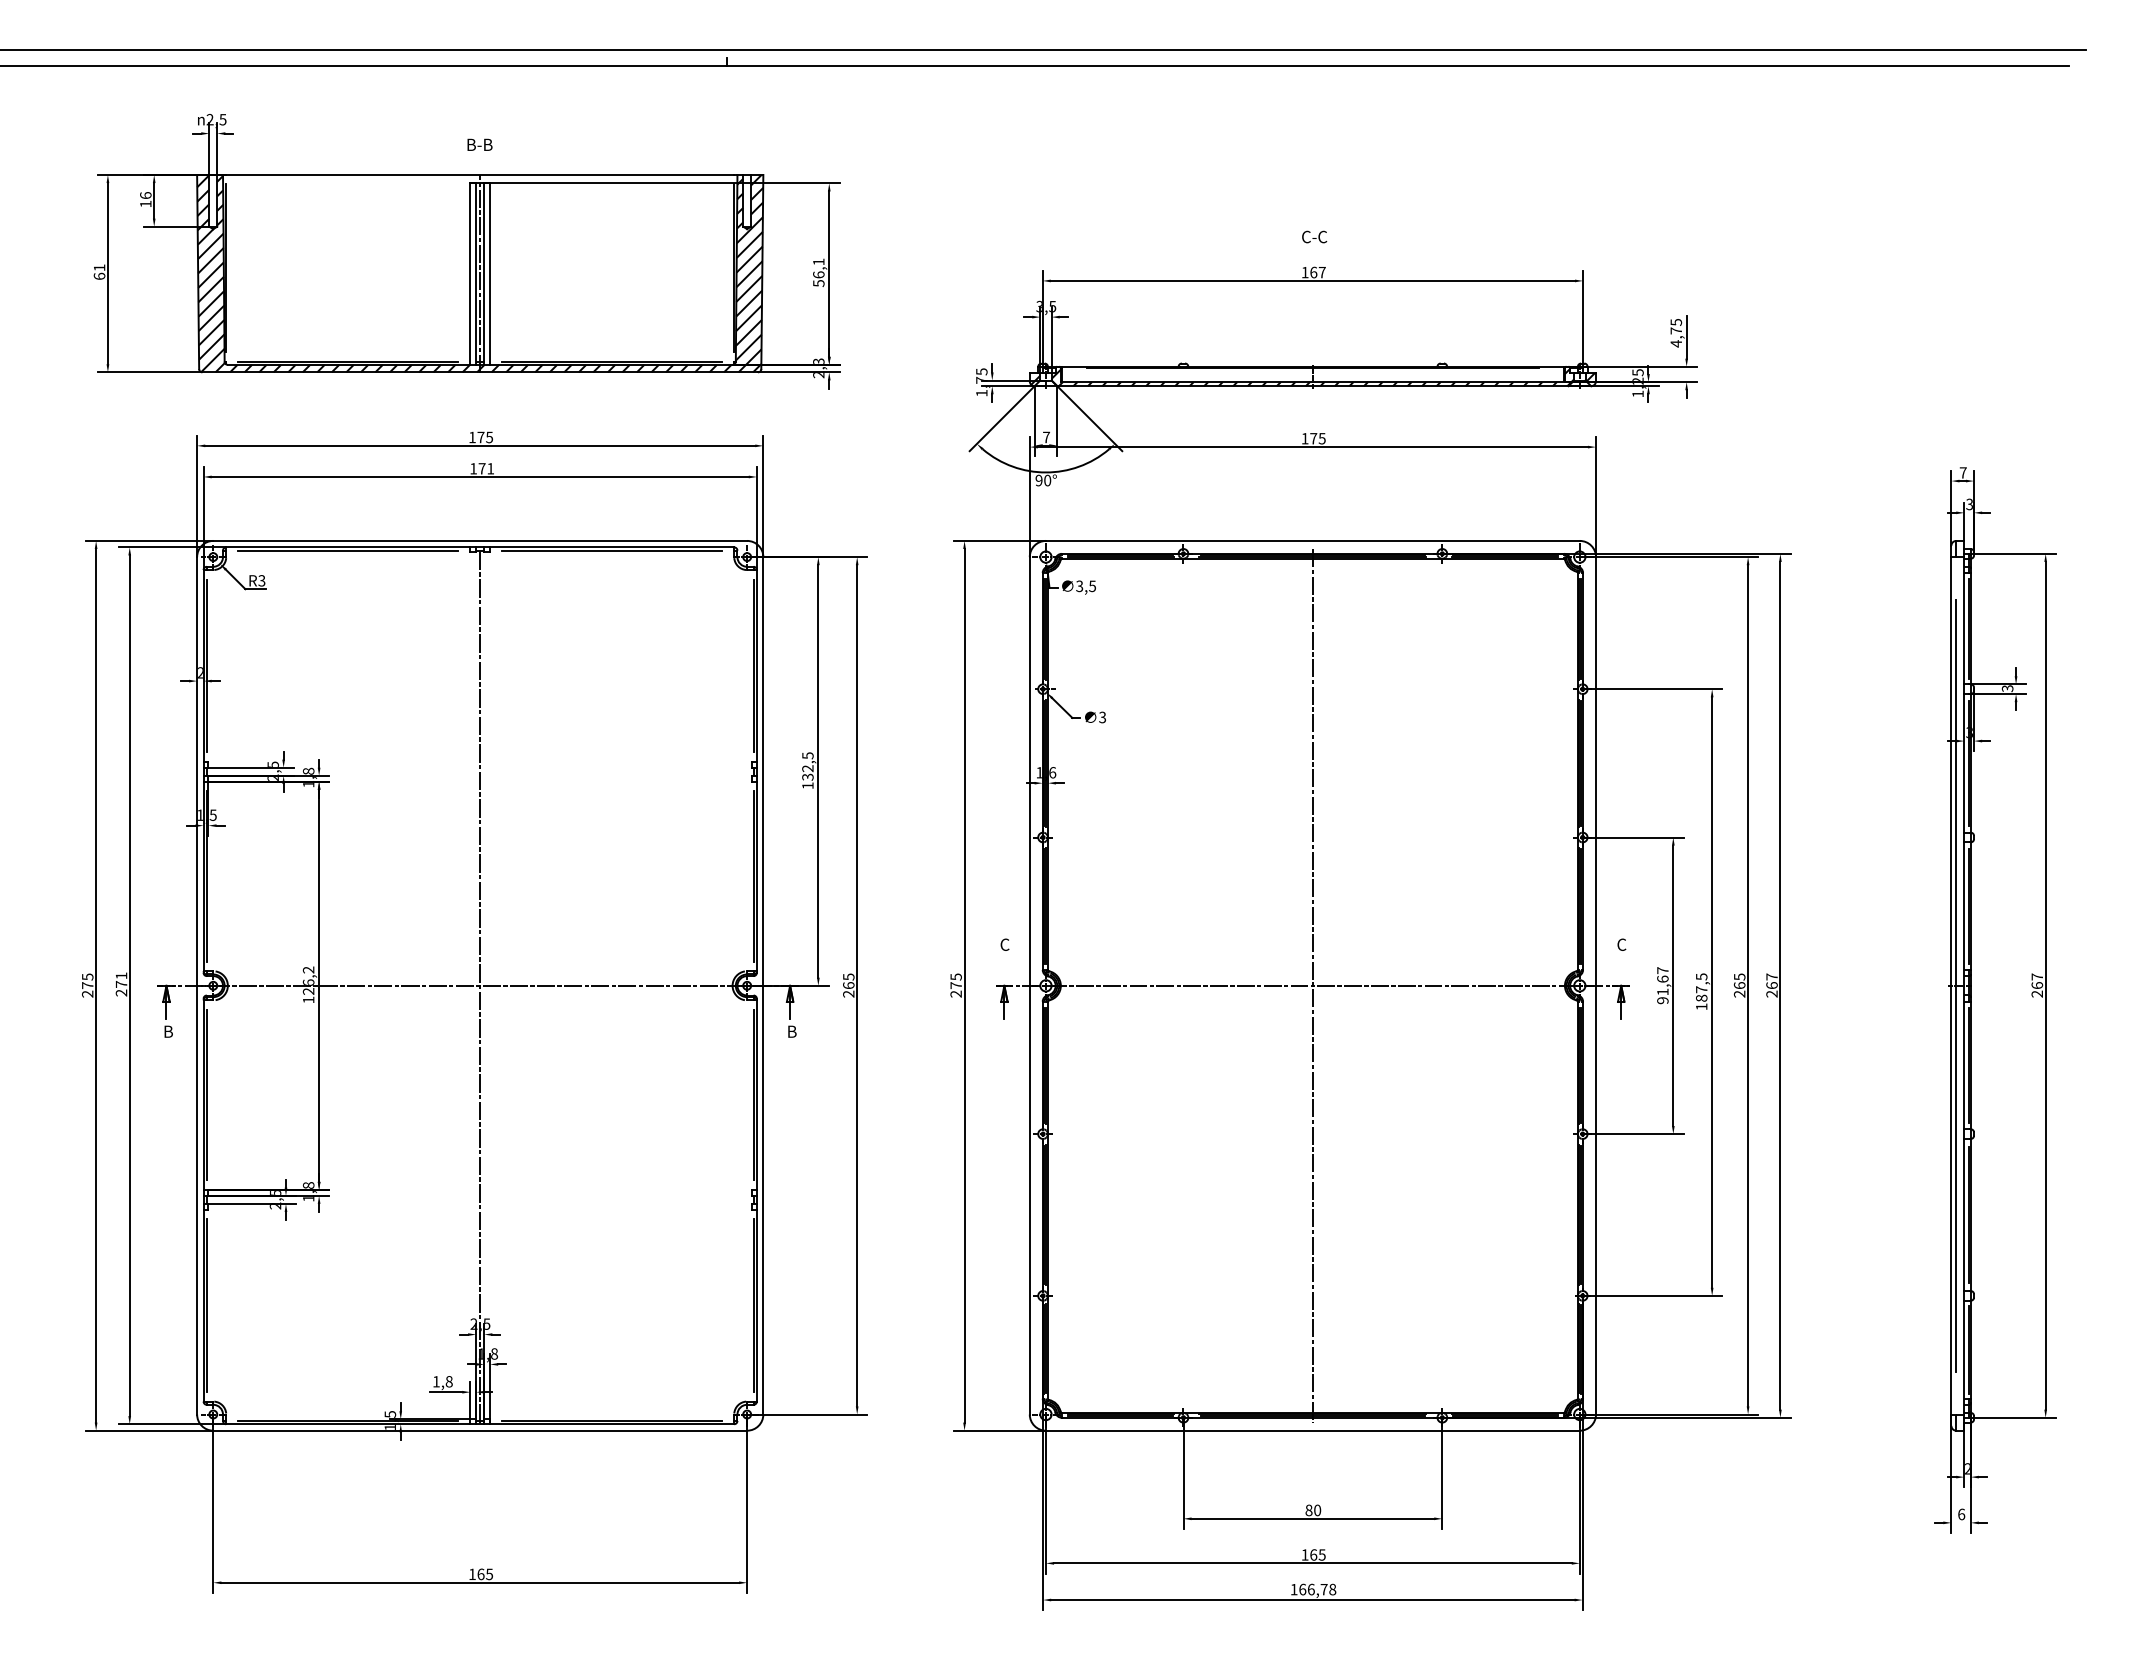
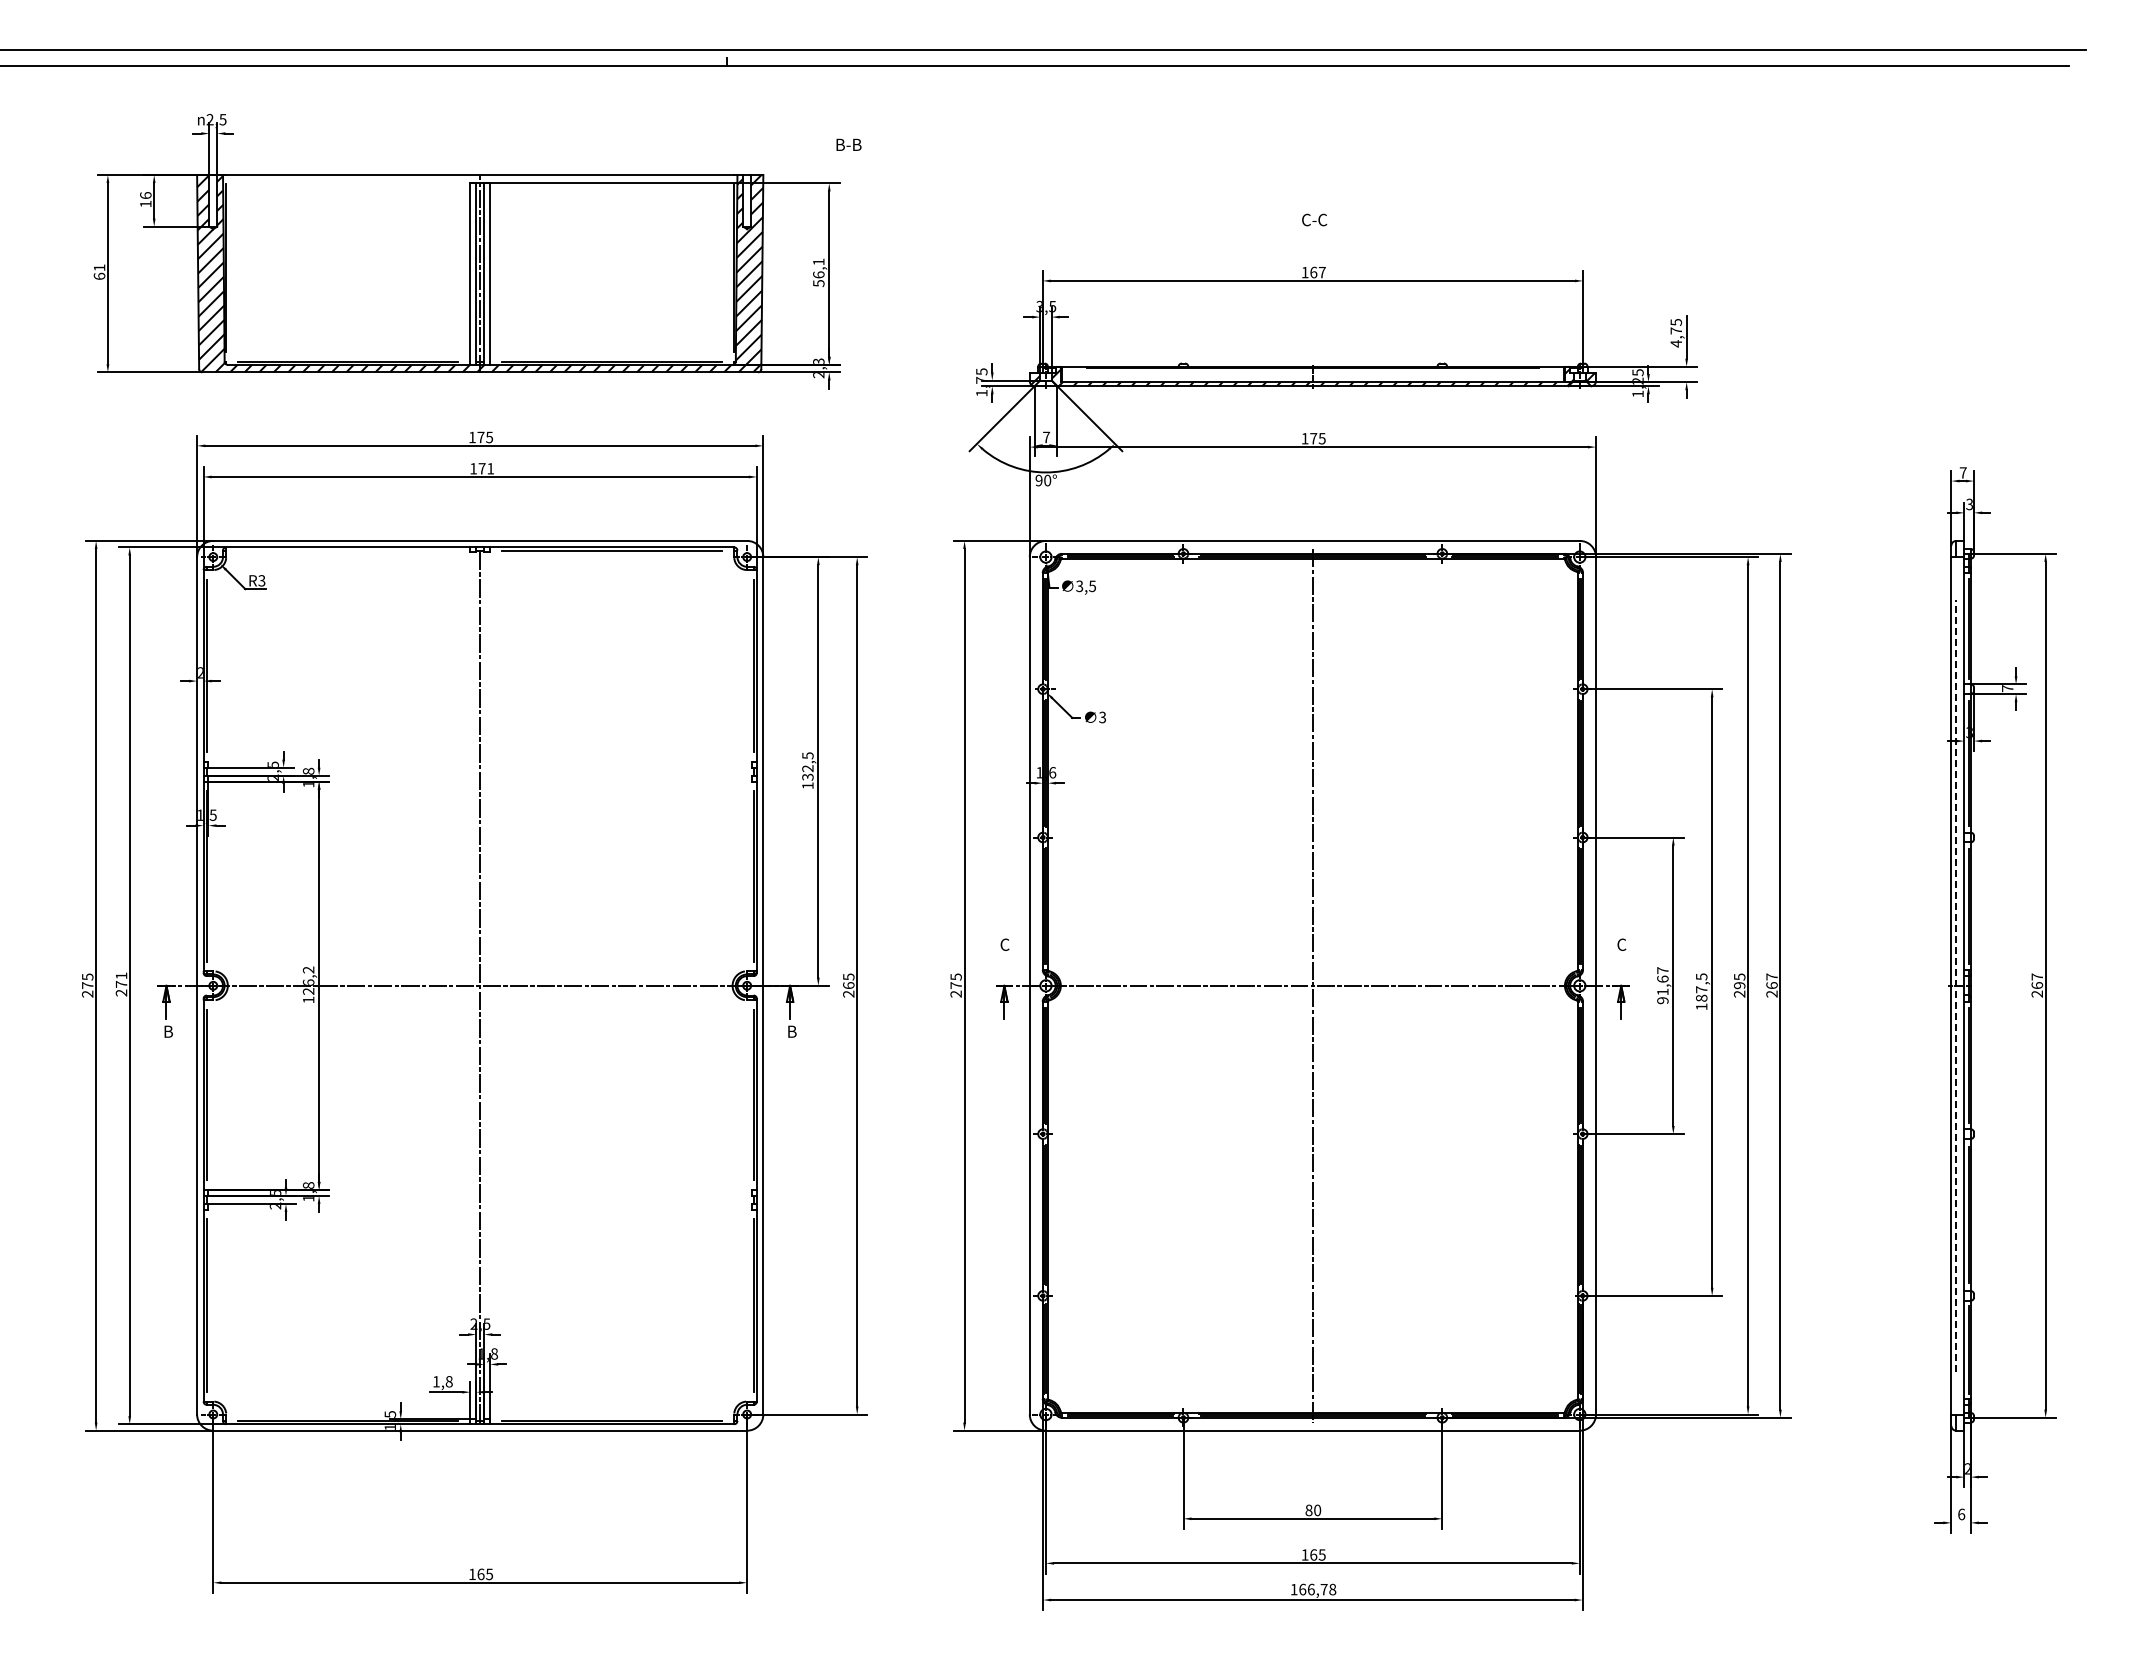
text at (479, 144) position: (479, 144) -> (848, 144)
text at (1314, 236) position: (1314, 236) -> (1314, 219)
line at (348, 550): present -> none
text at (2007, 688): 3 -> 7
text at (1739, 985): 265 -> 295
line at (1956, 985): solid -> dashed
